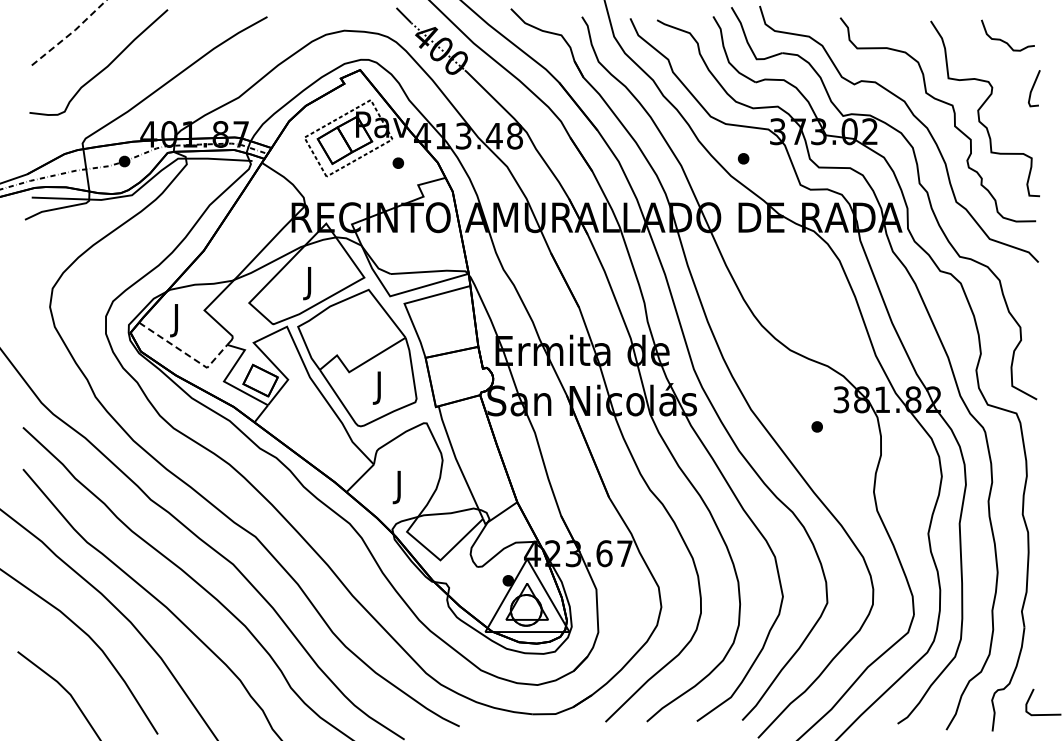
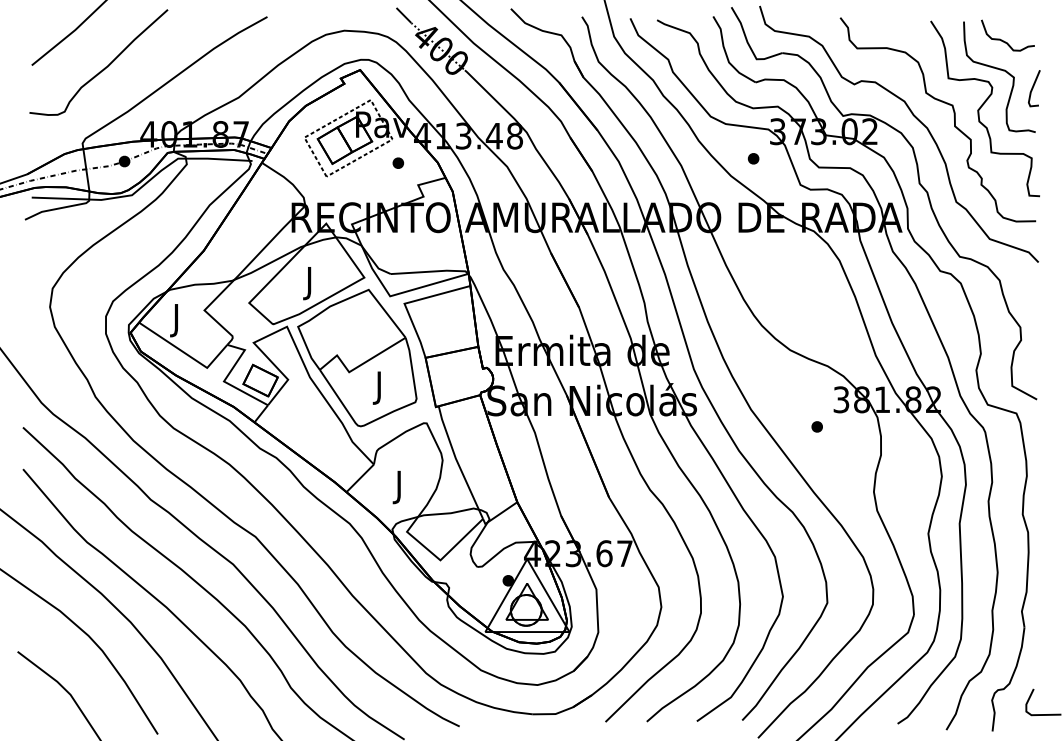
line at (70, 33): dashed -> solid
curve at (999, 70): none -> present
part at (743, 158) position: (743, 158) -> (753, 158)
line at (186, 354): dashed -> solid
